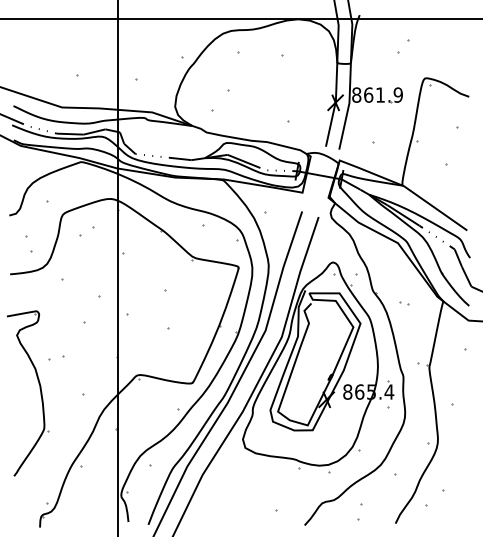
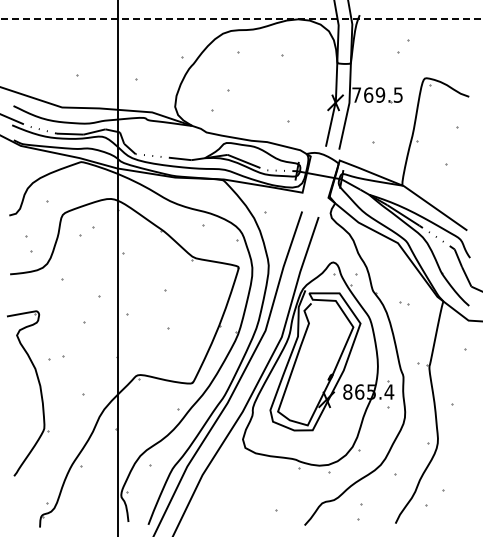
line at (241, 18): solid -> dashed
text at (377, 94): 861.9 -> 769.5
